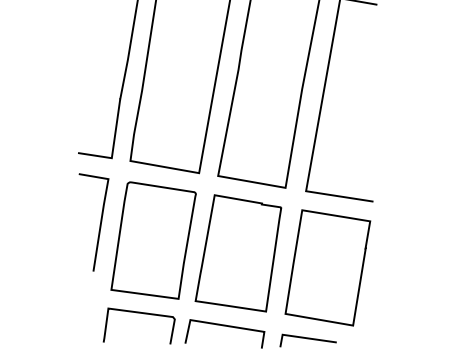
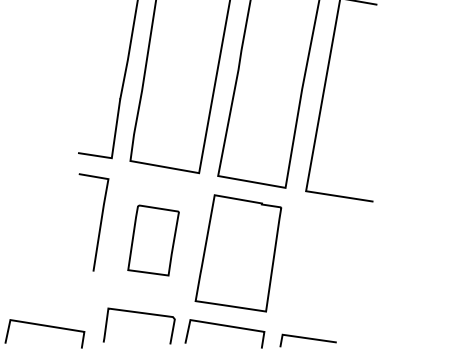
part at (153, 240) size: 87x119 px -> 53x73 px
part at (327, 267): present -> none
curve at (44, 326): none -> present
